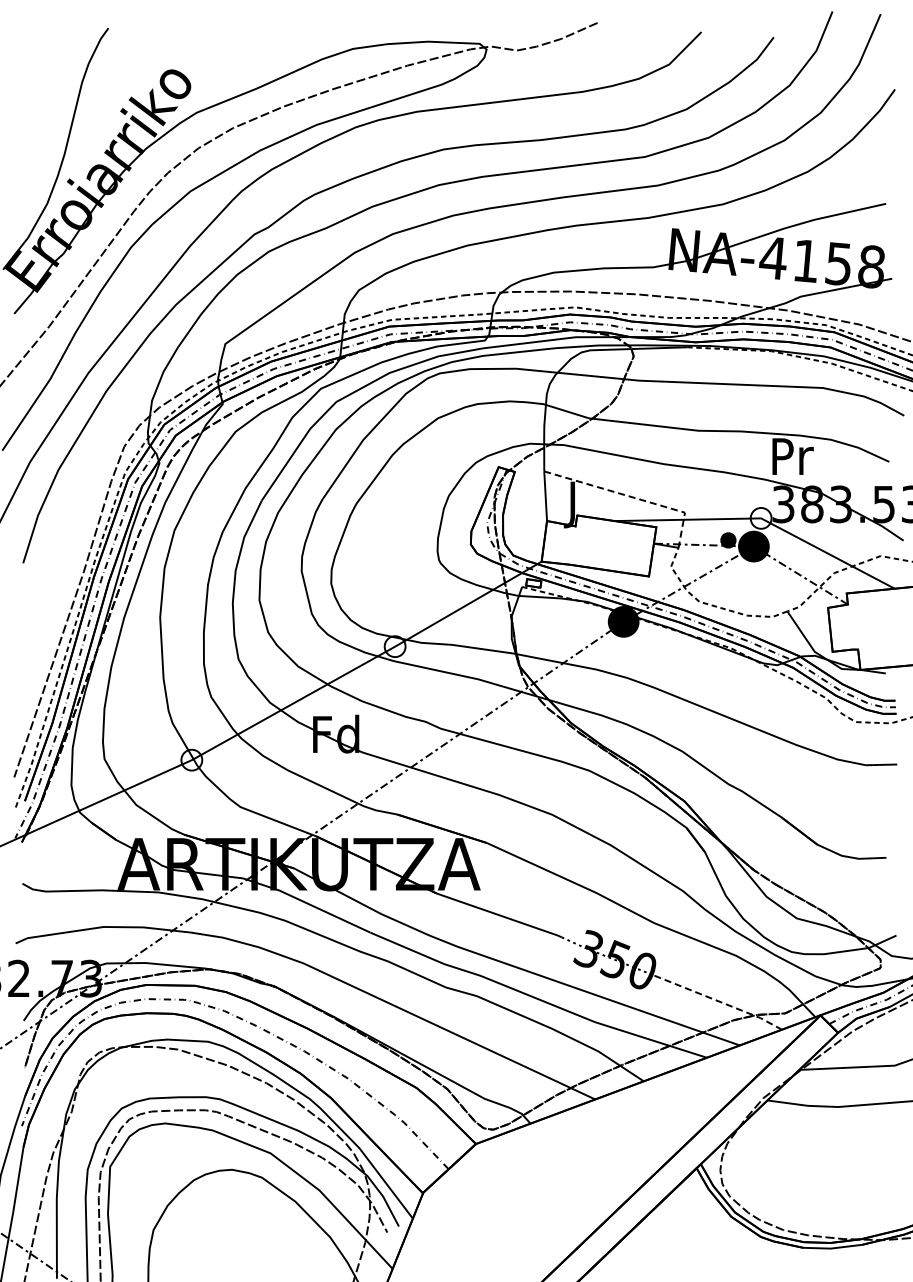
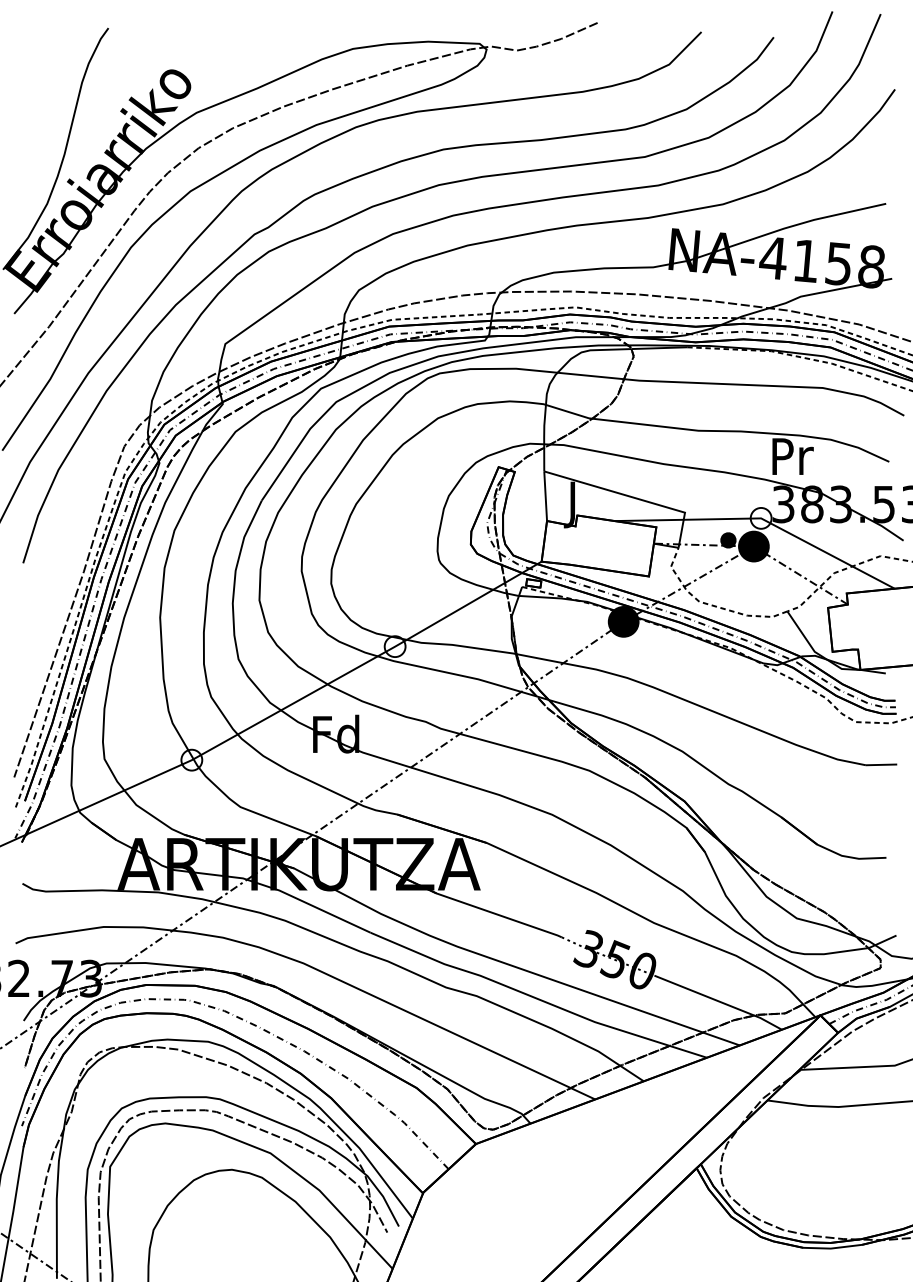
line at (632, 497): dashed -> solid
line at (719, 1001): dashed -> solid
